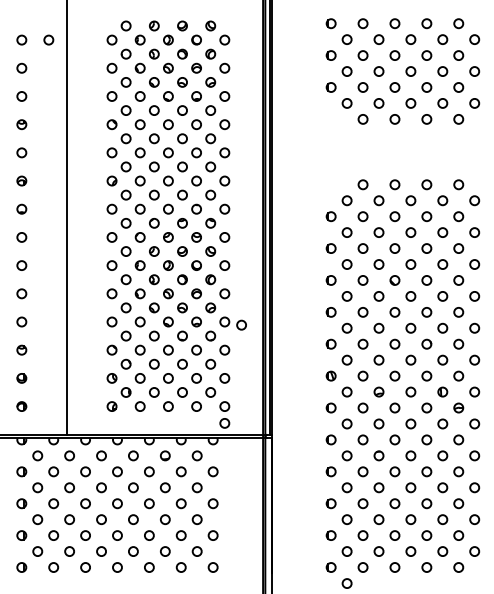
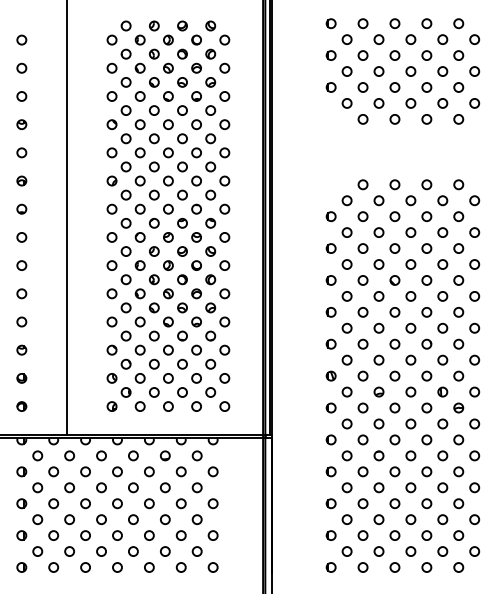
circle at (48, 39): present -> none
circle at (241, 324): present -> none
circle at (224, 423): present -> none
circle at (346, 583): present -> none
